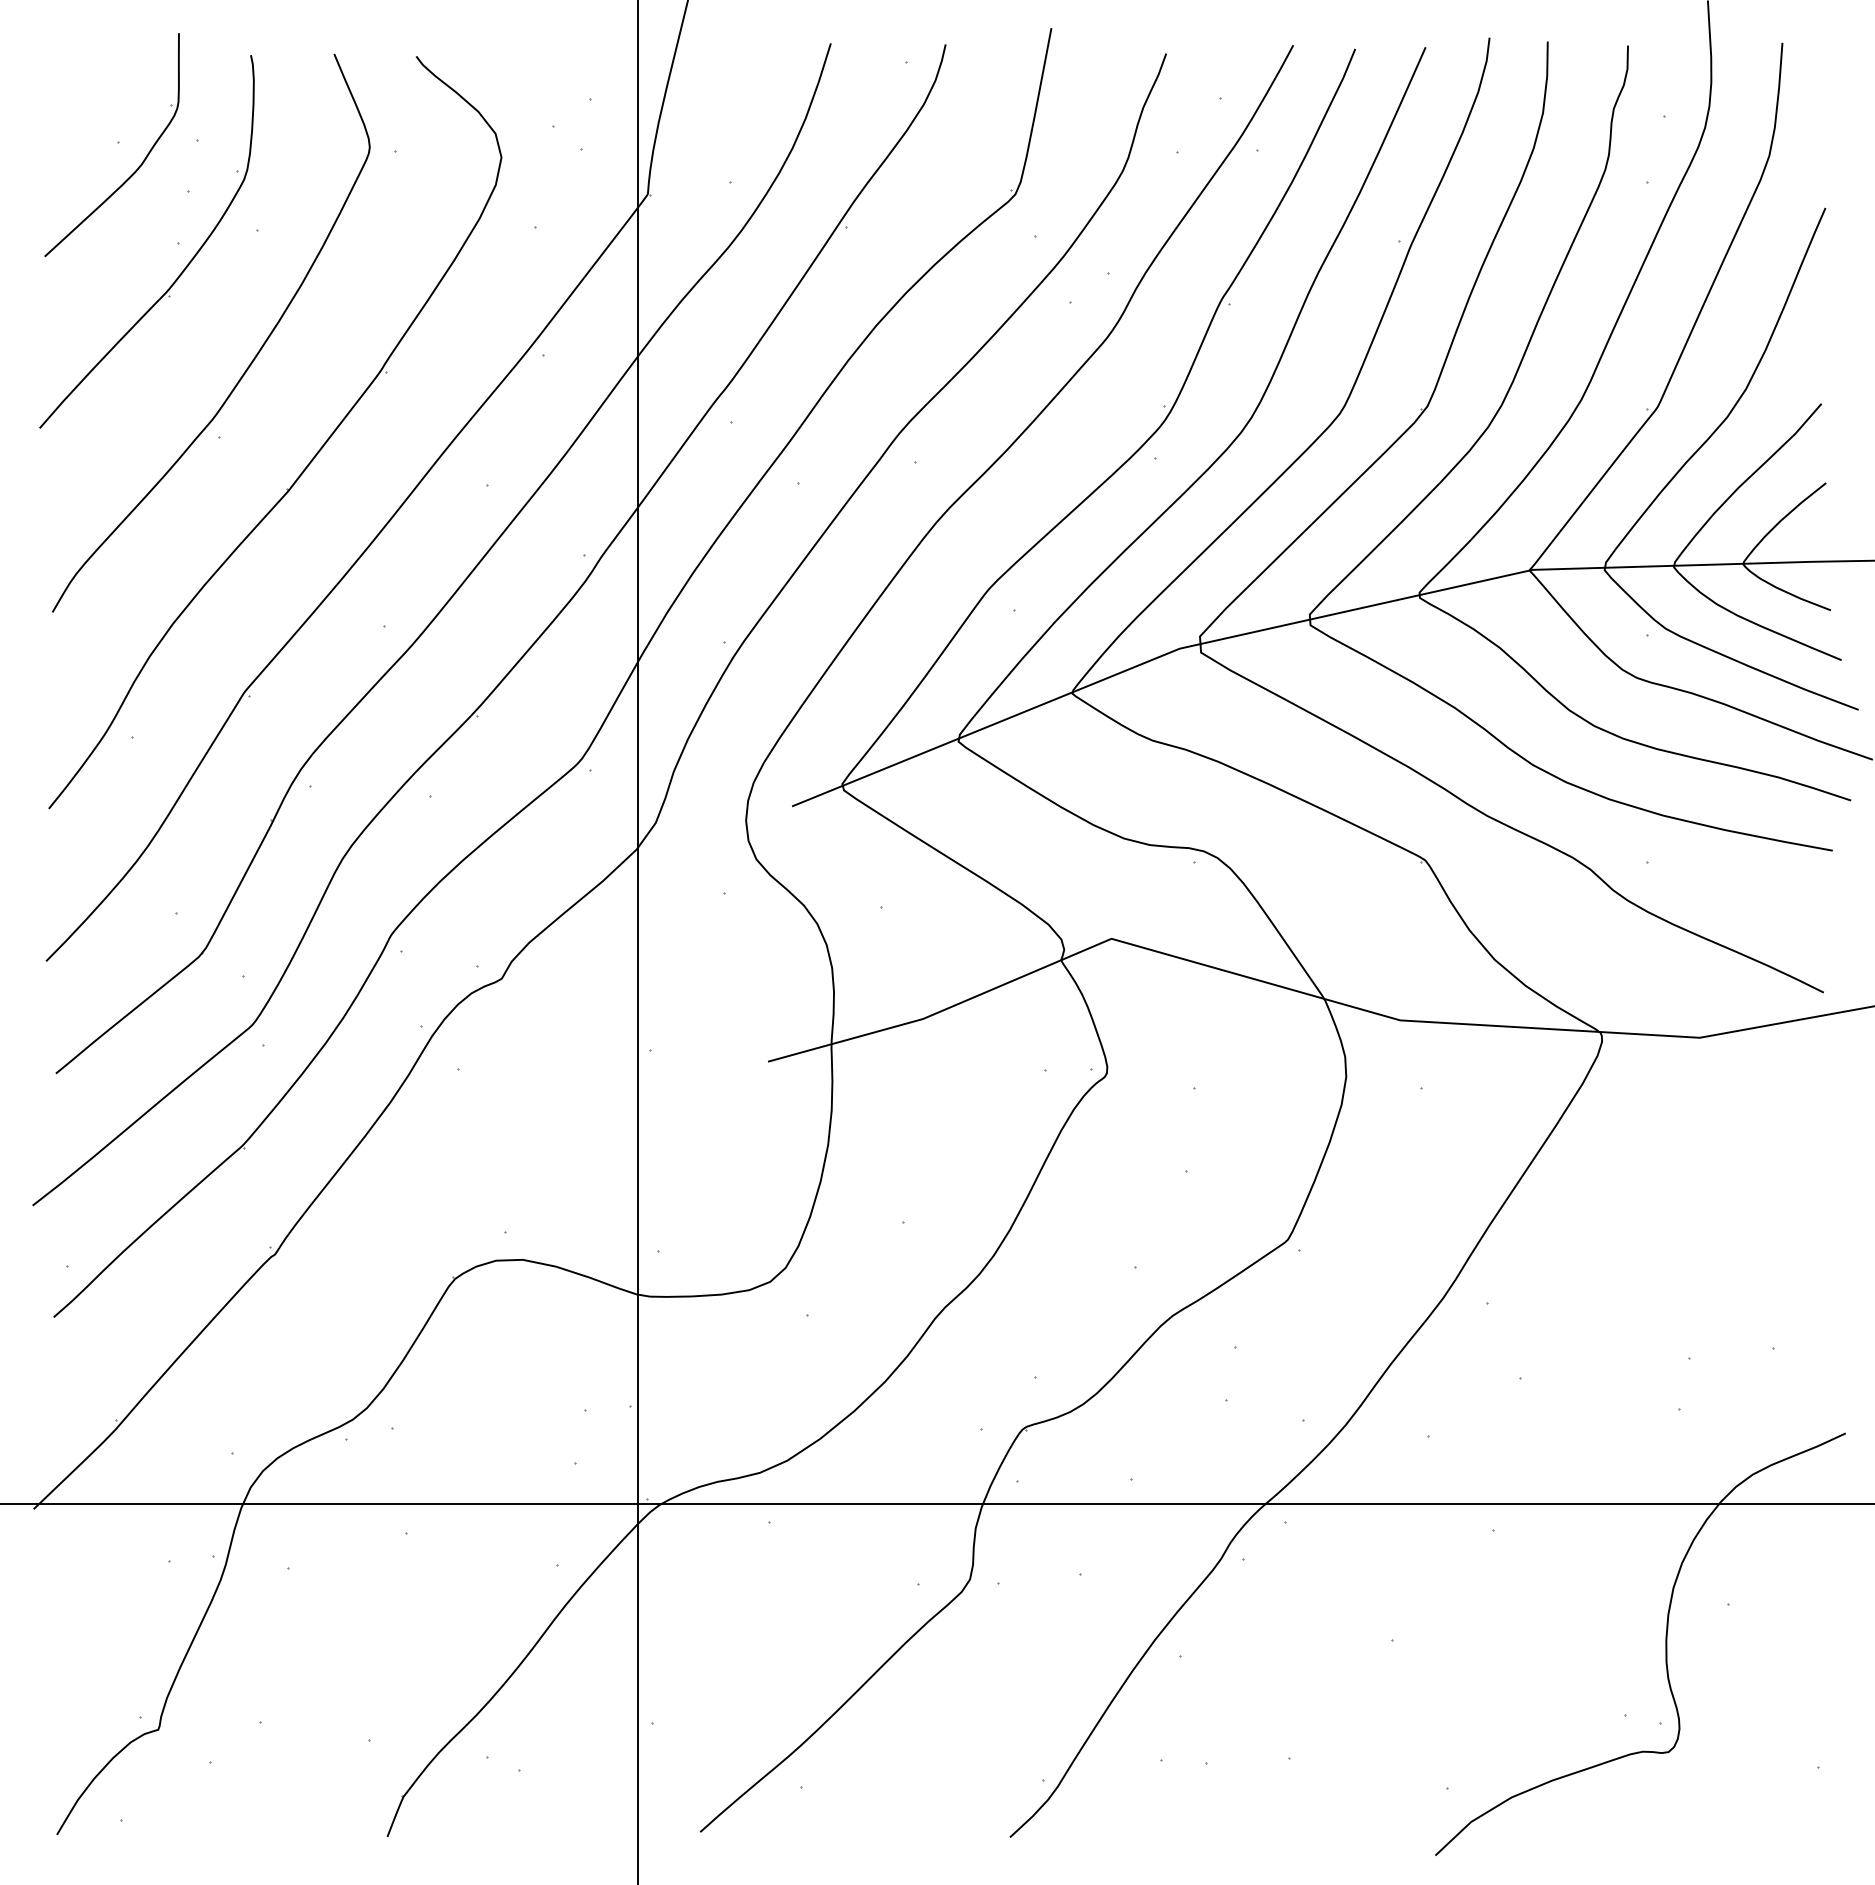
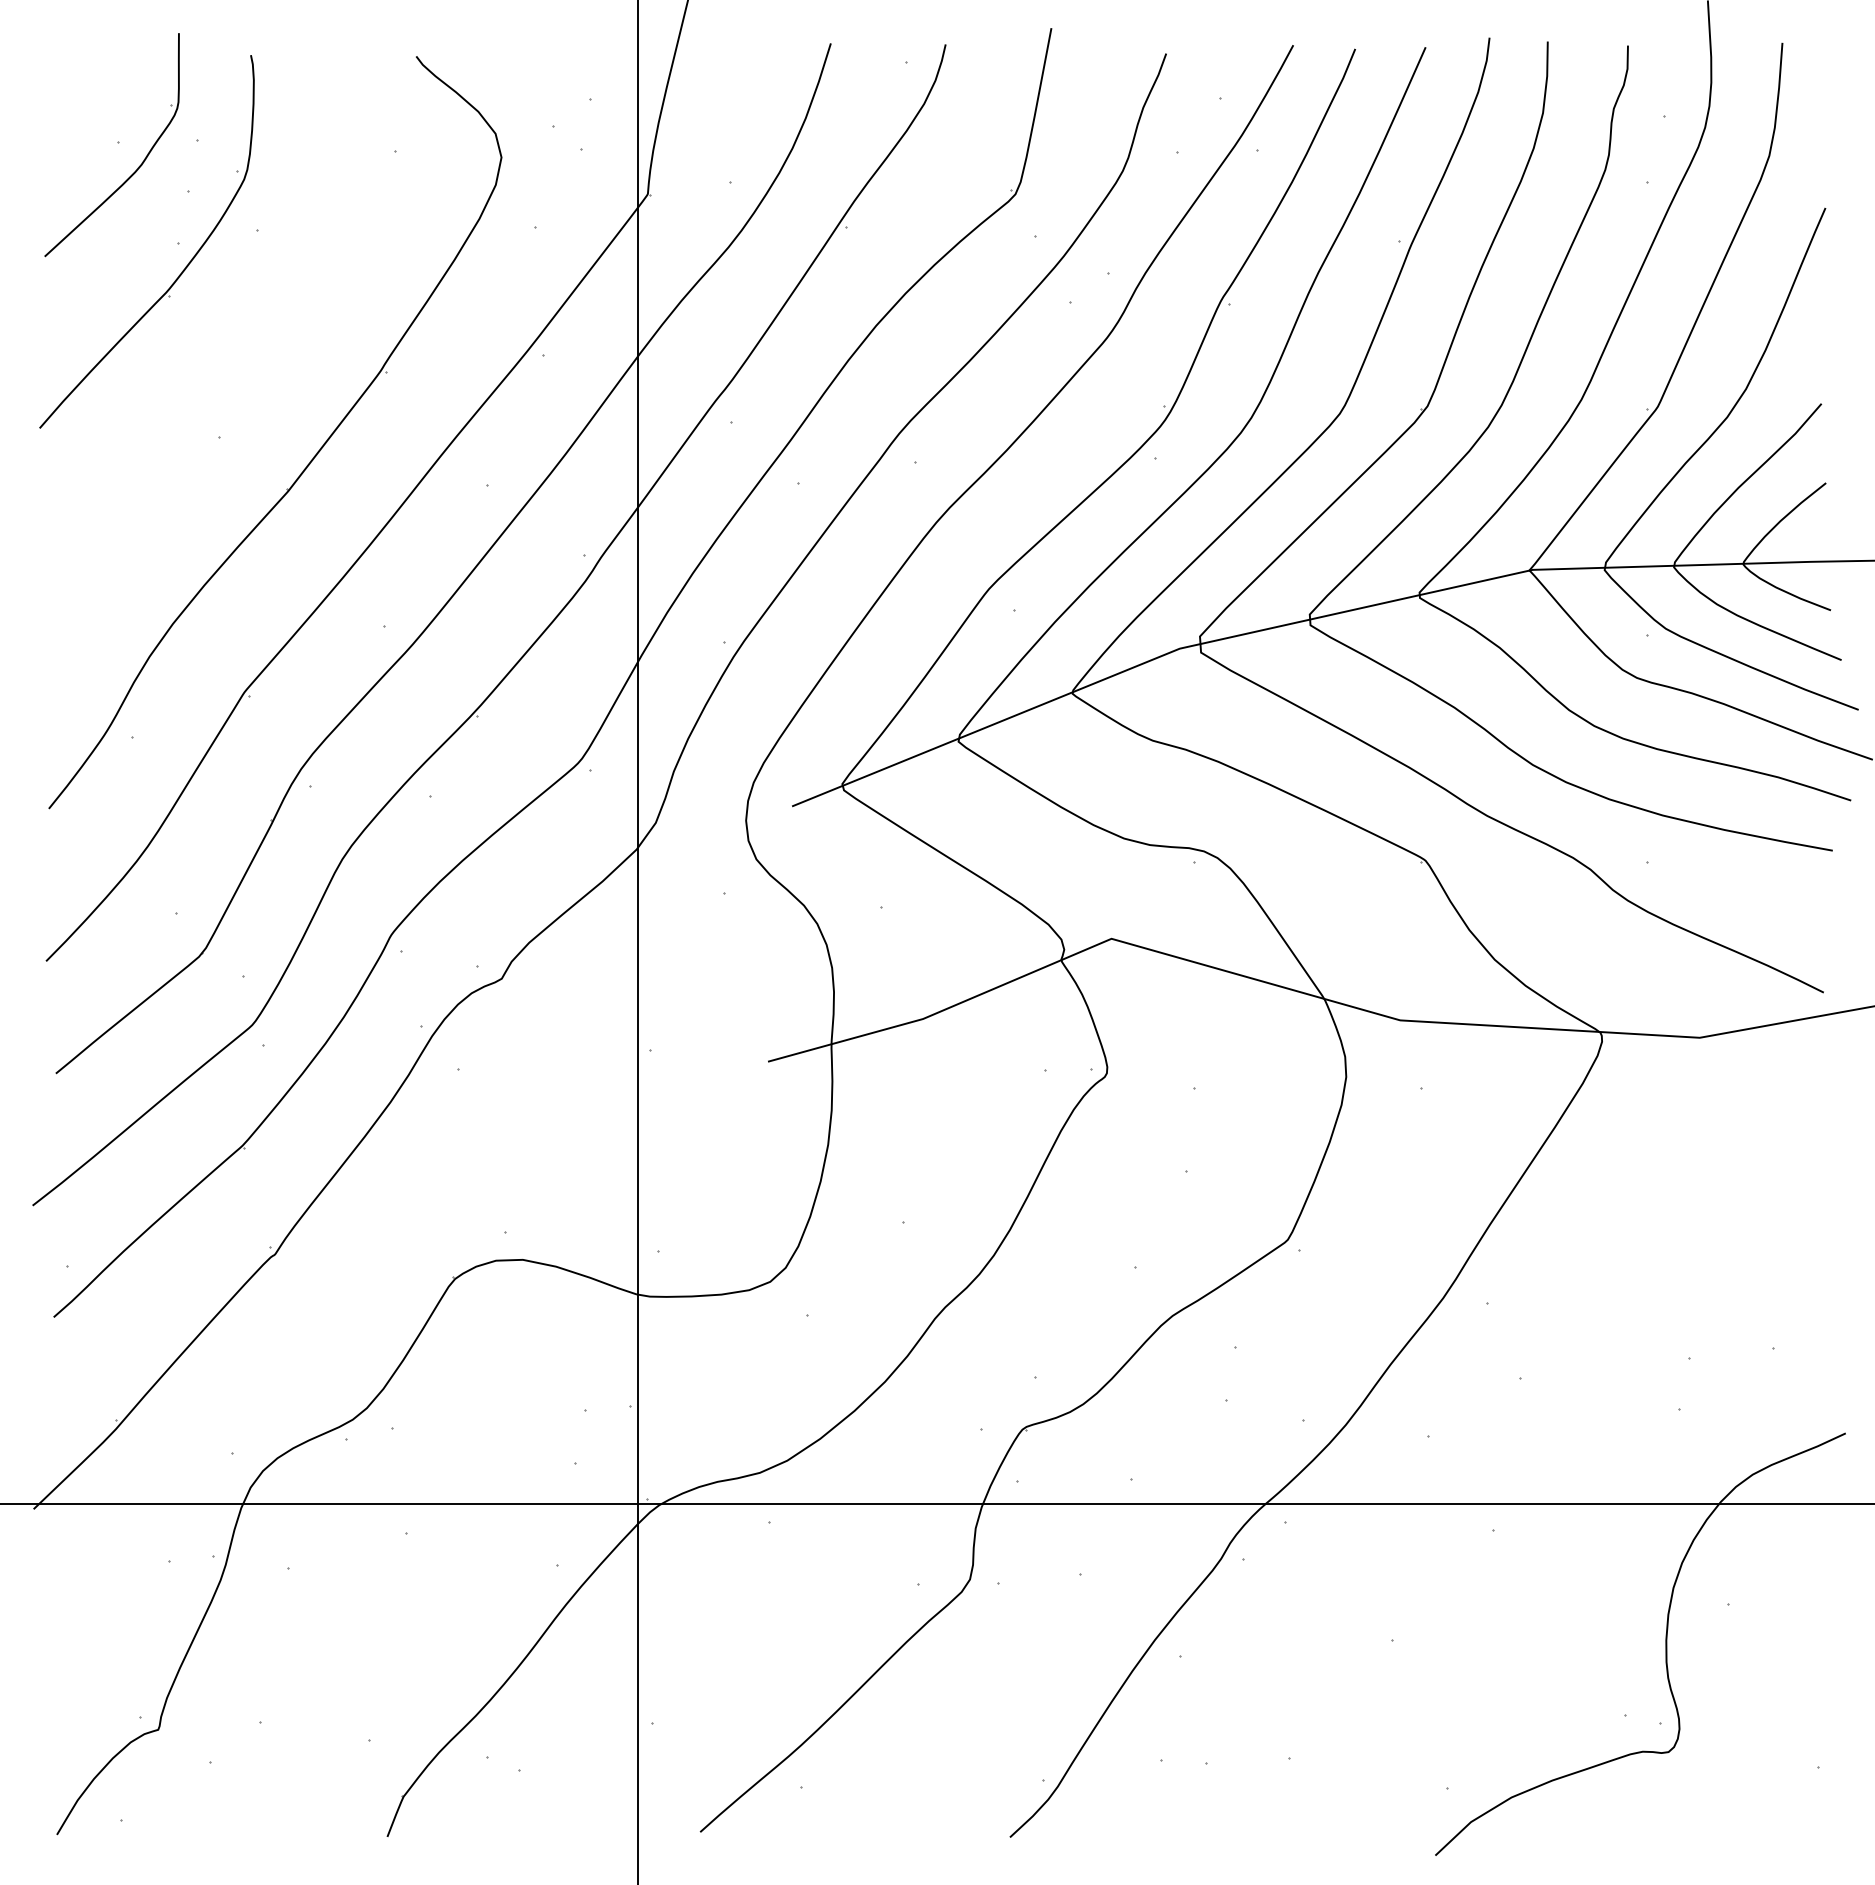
curve at (252, 359): present -> none
